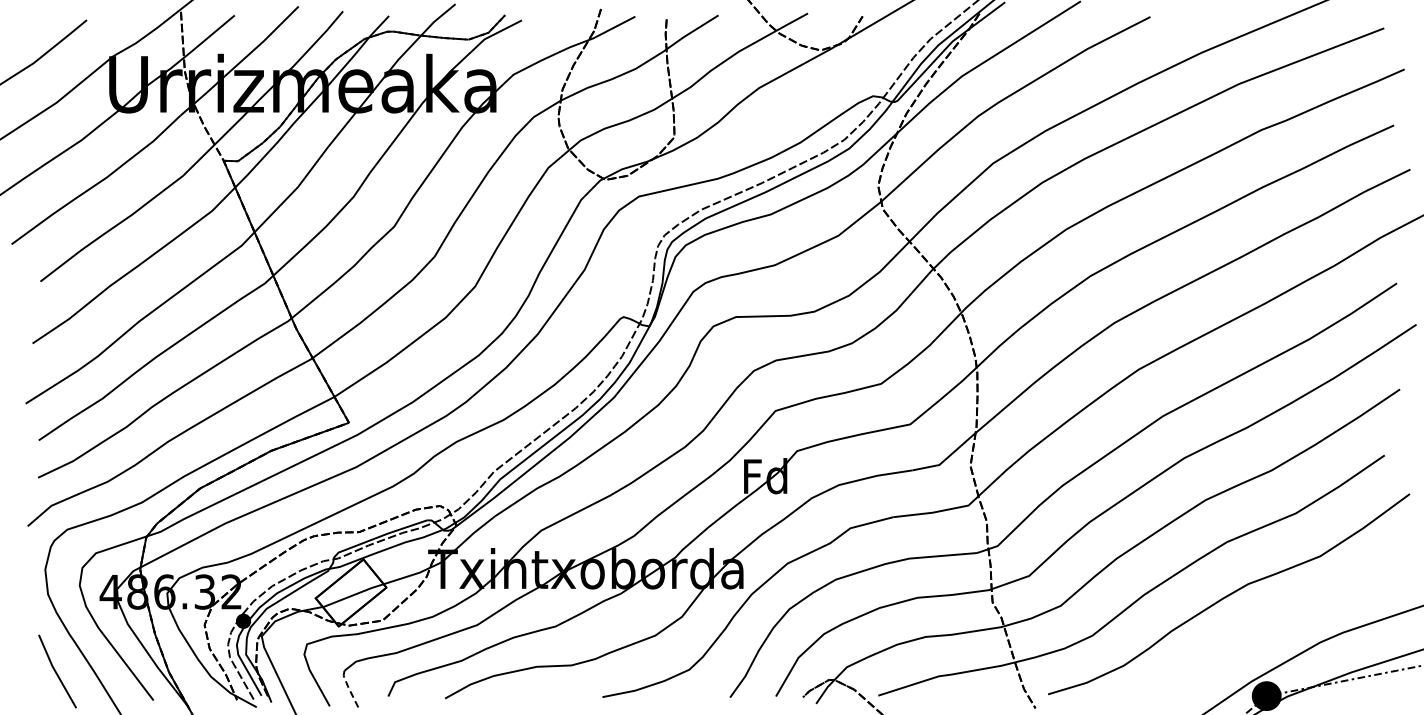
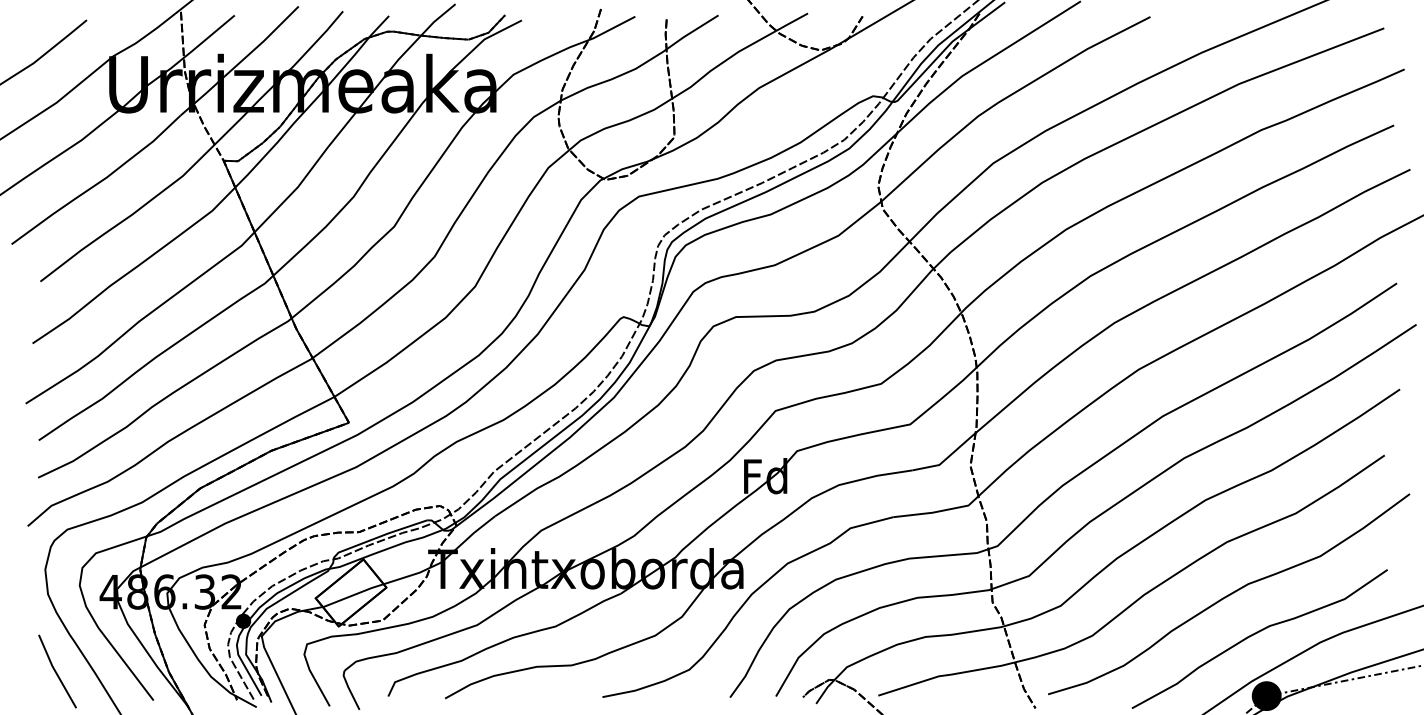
curve at (1257, 633): none -> present
line at (349, 689): dashed -> solid
